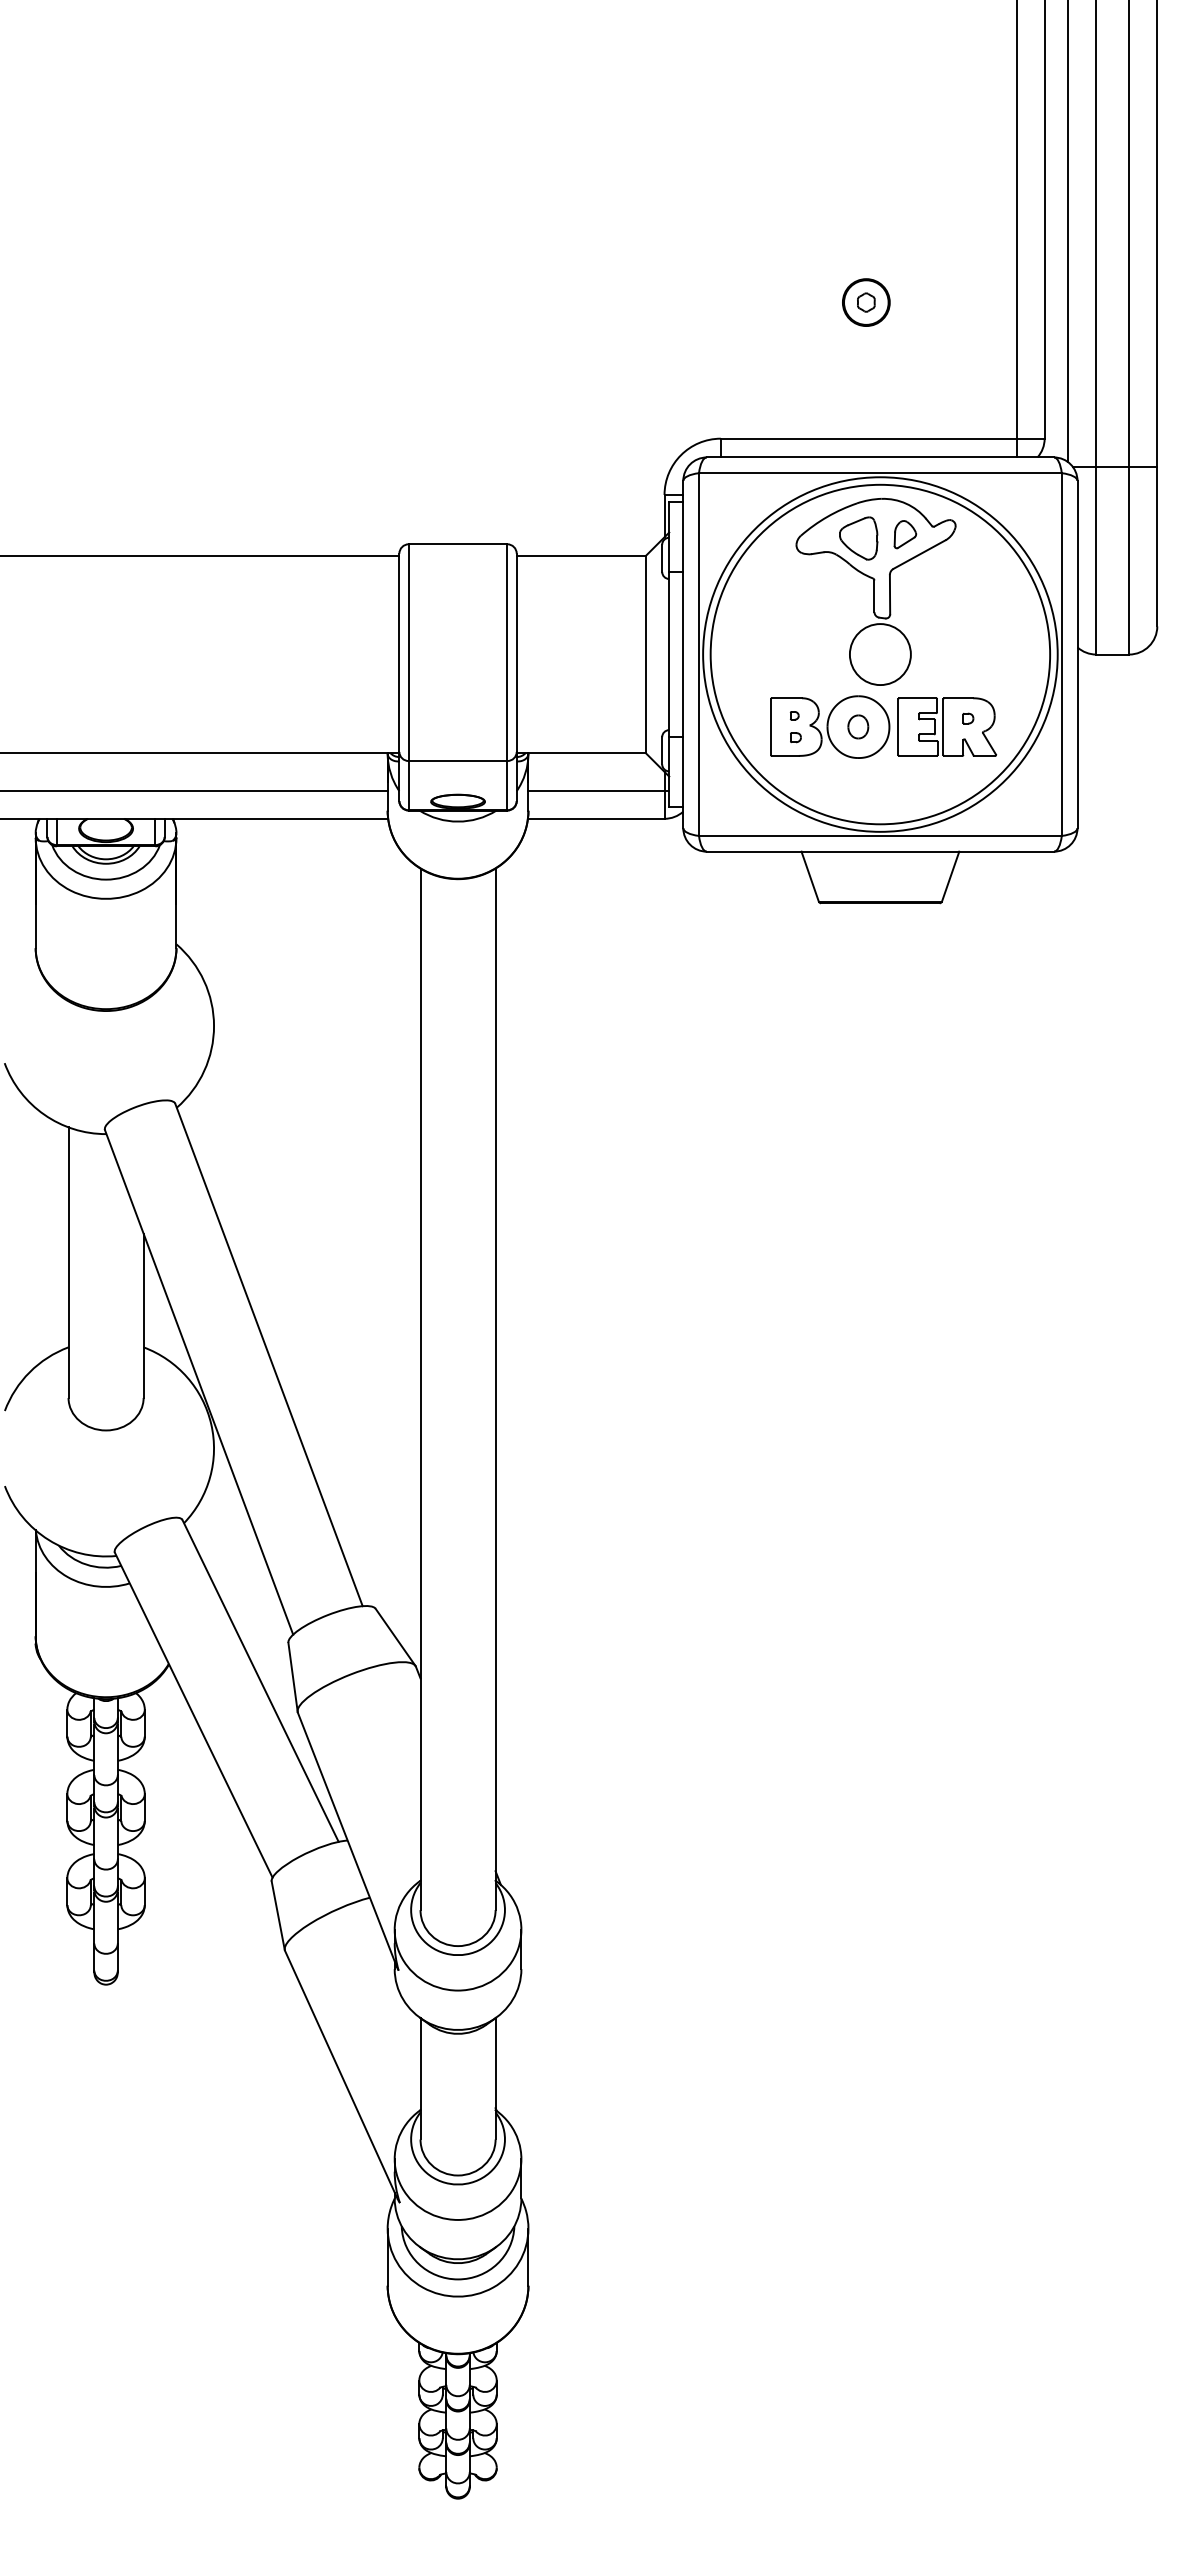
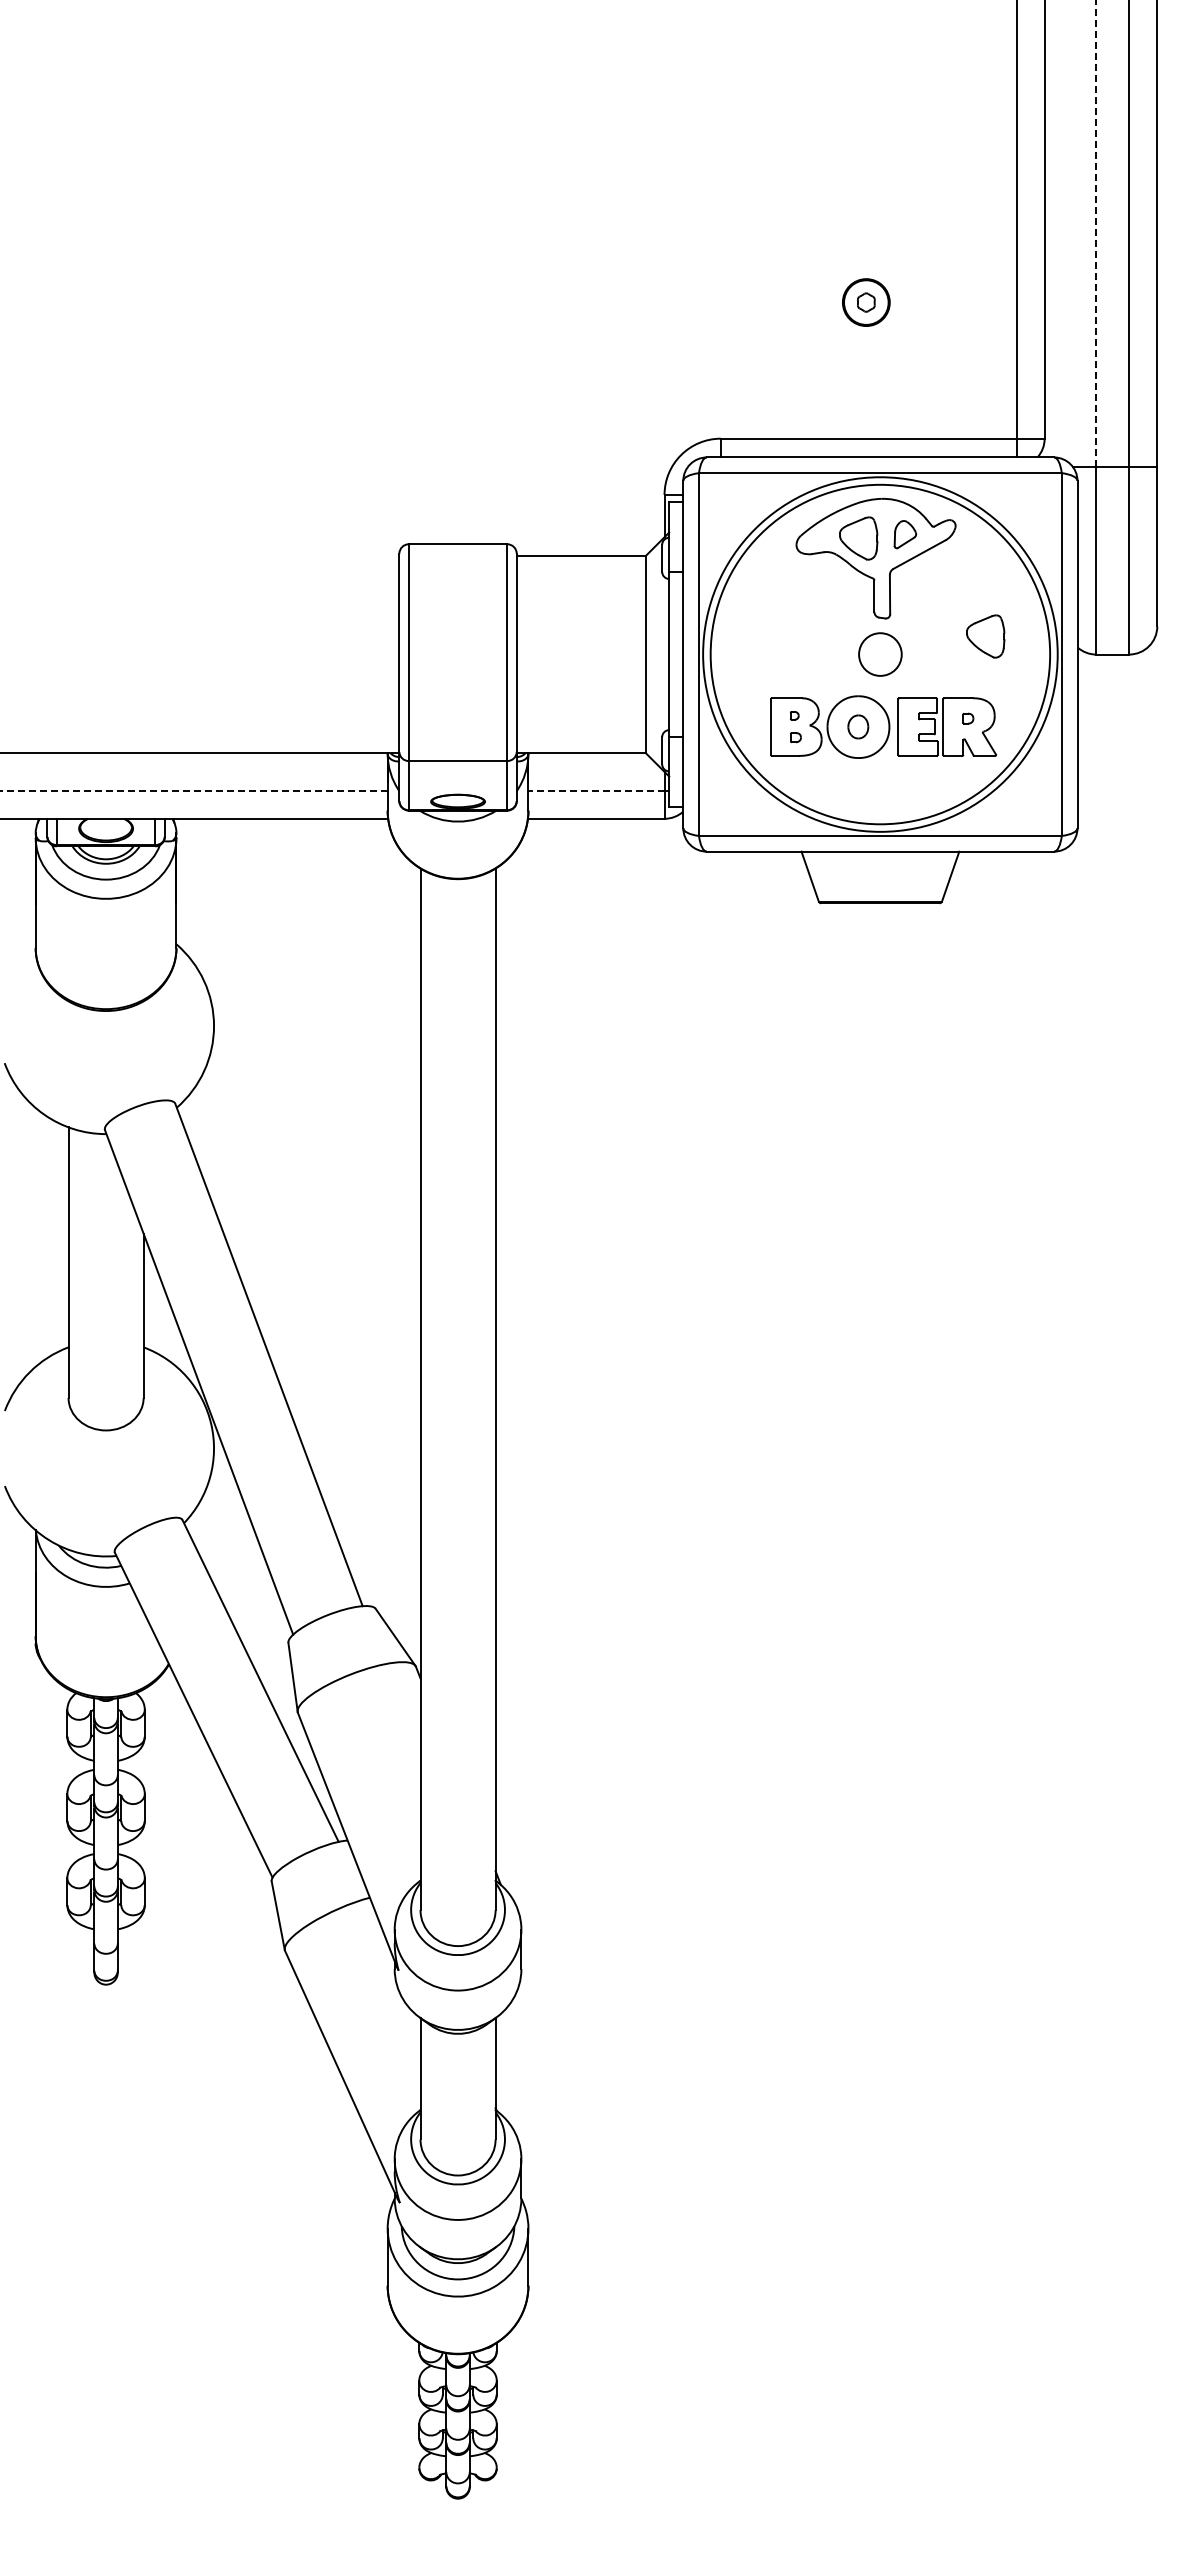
line at (1068, 232): present -> none
line at (1096, 233): solid -> dashed
line at (200, 556): present -> none
part at (985, 636): none -> present
circle at (879, 654) diameter: 61 px -> 43 px
line at (193, 790): solid -> dashed
line at (596, 790): solid -> dashed
